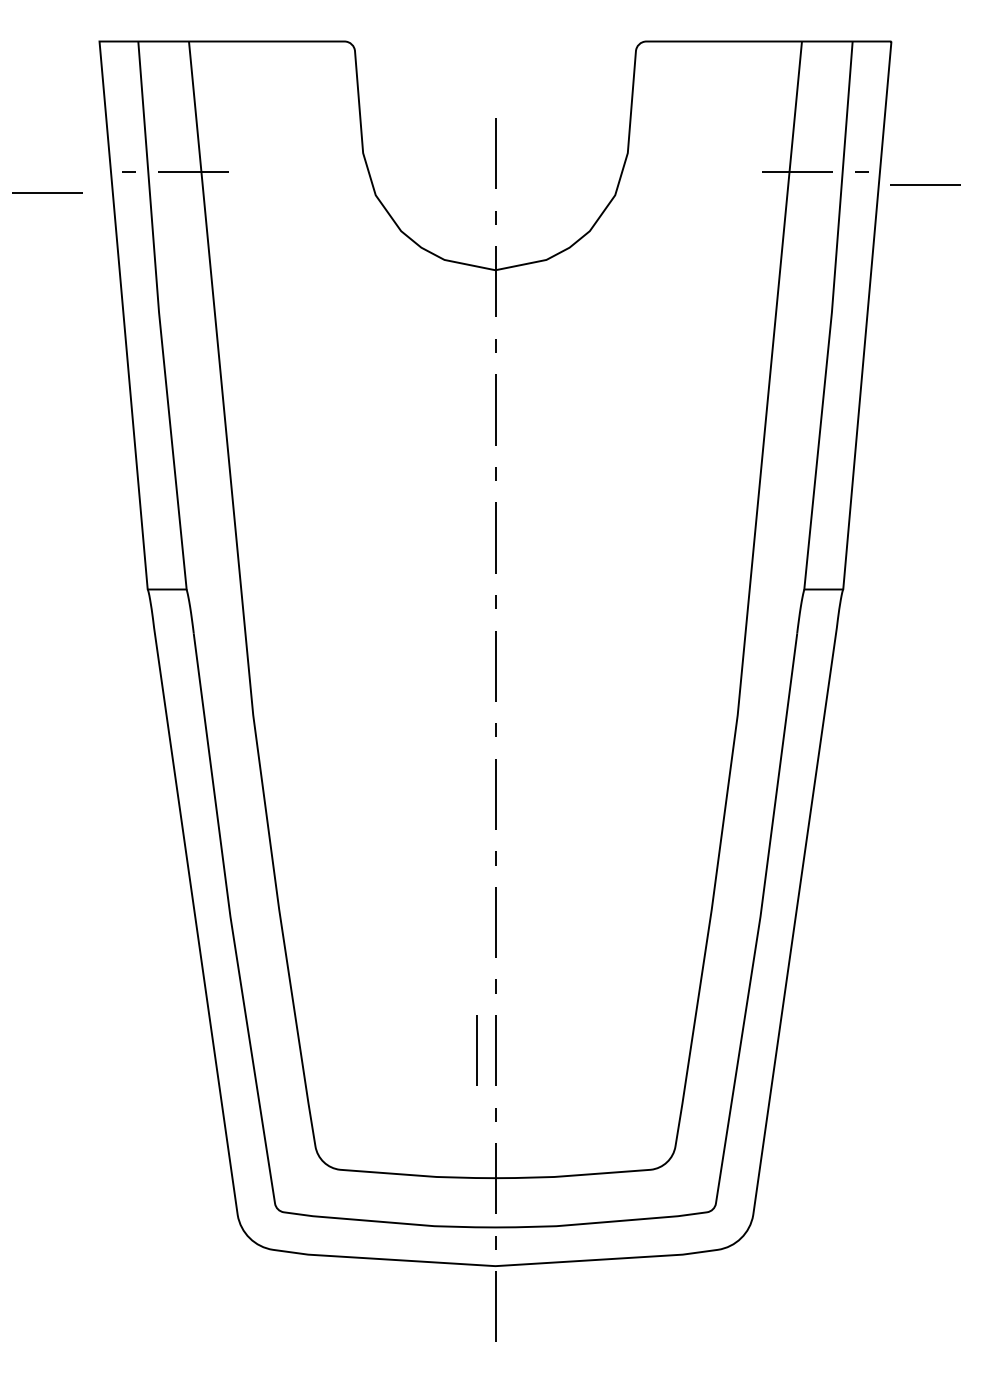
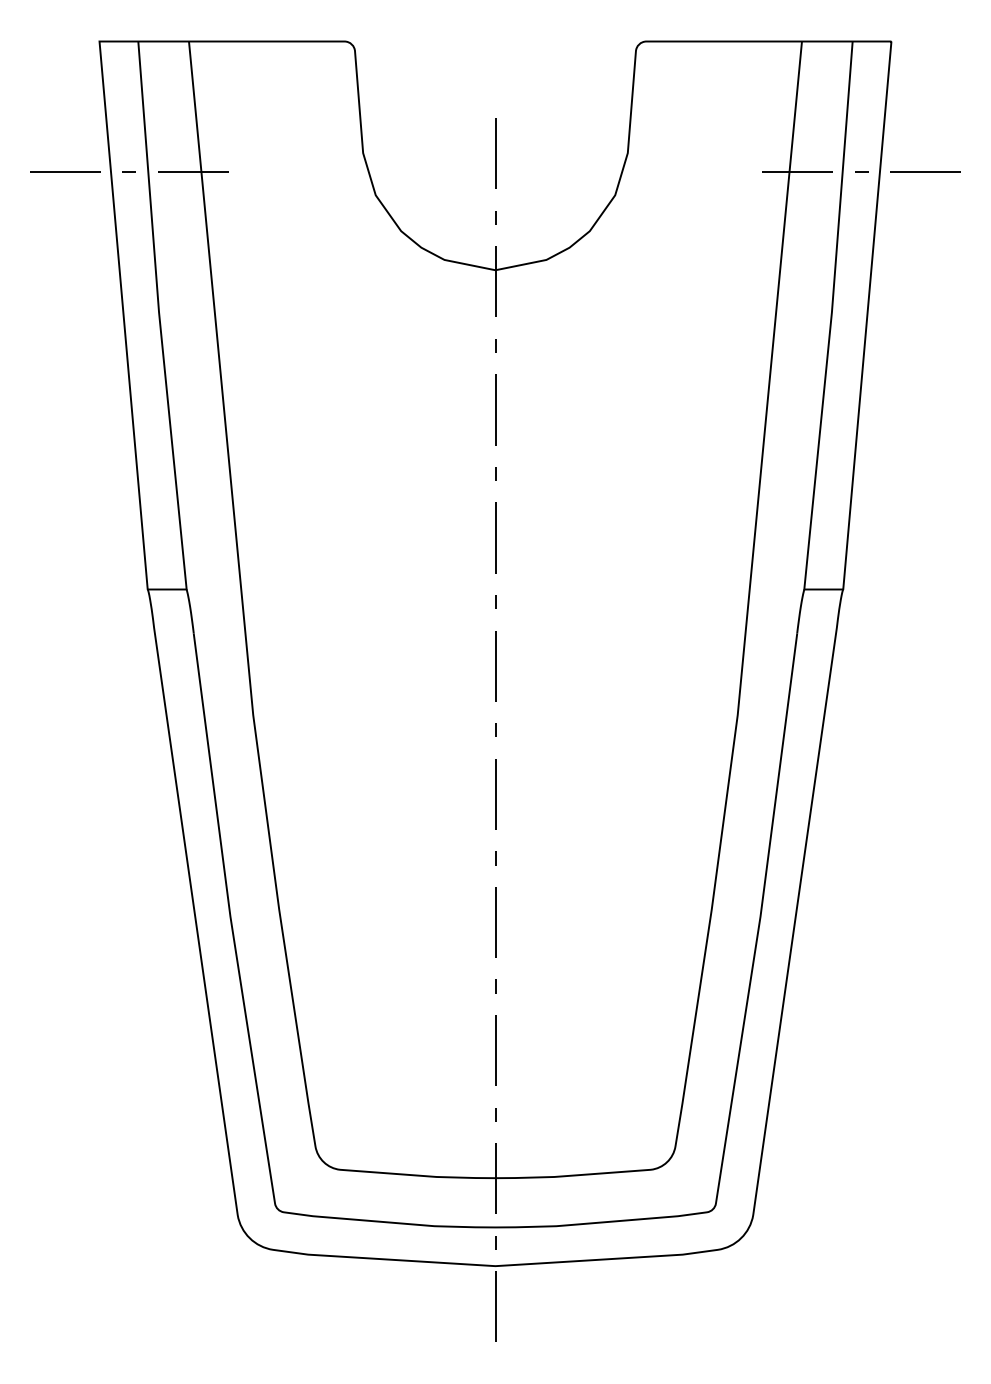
line at (925, 184) position: (925, 184) -> (925, 171)
line at (47, 192) position: (47, 192) -> (65, 171)
line at (476, 1050): present -> none
